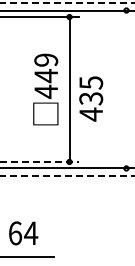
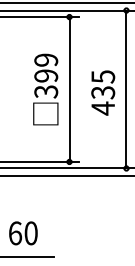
line at (67, 2): dashed -> solid
text at (46, 84): 449 -> 399
line at (126, 89): none -> present
text at (91, 98) position: (91, 98) -> (103, 92)
line at (40, 161): dashed -> solid
line at (67, 176): dashed -> solid
text at (31, 233): 64 -> 60
